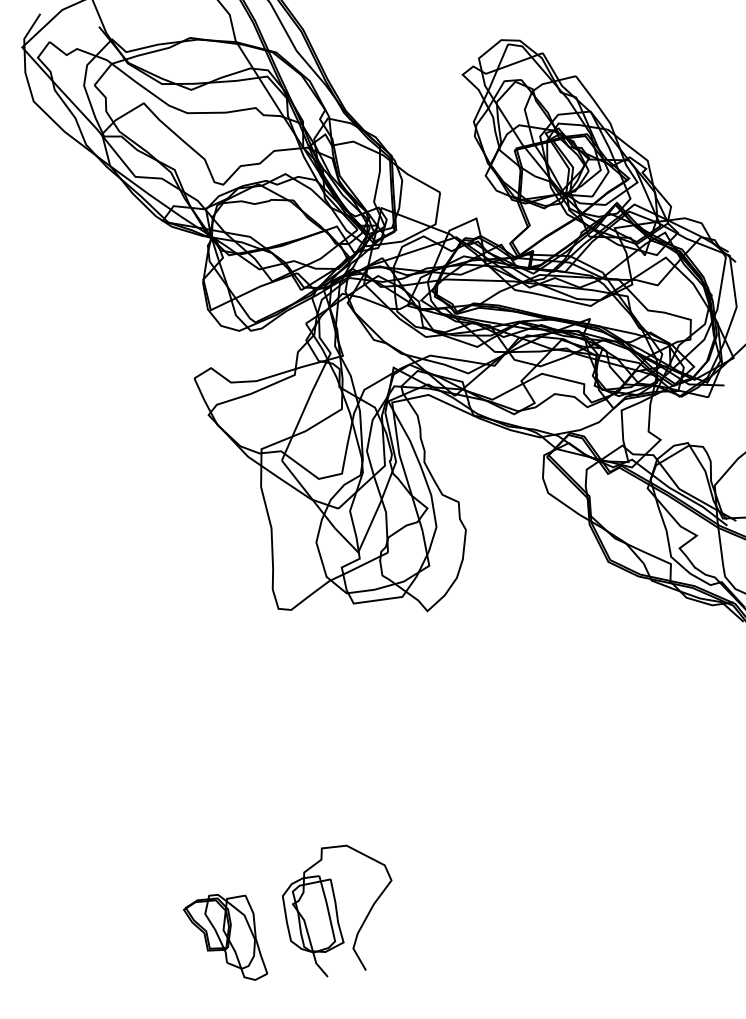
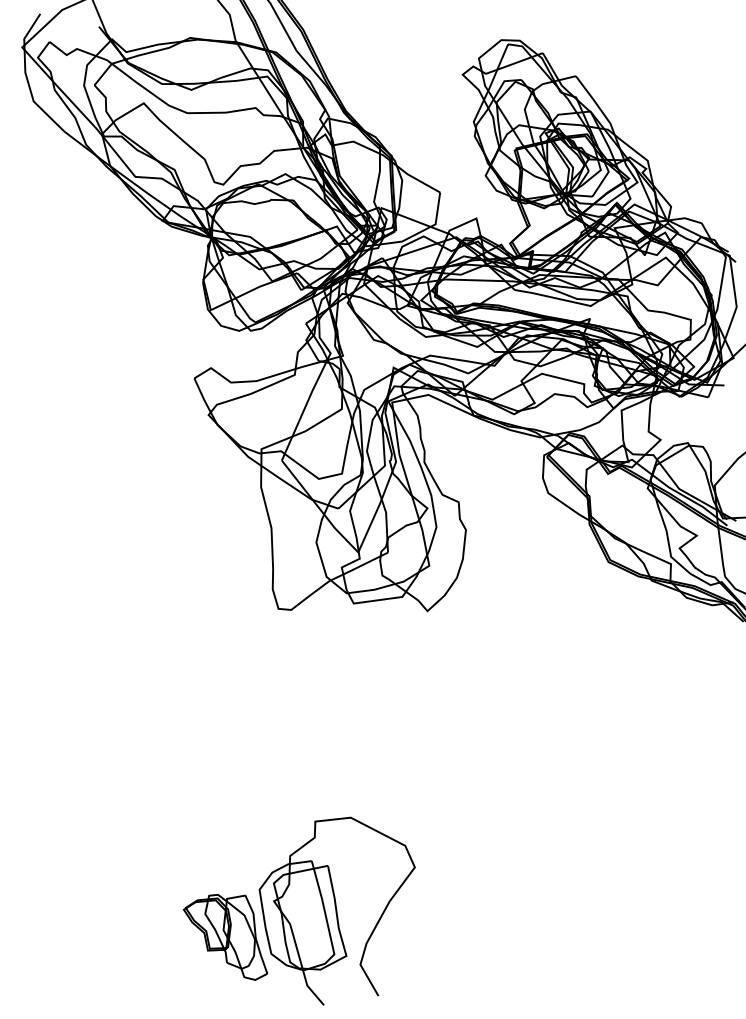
part at (337, 910) size: 111x134 px -> 158x190 px
